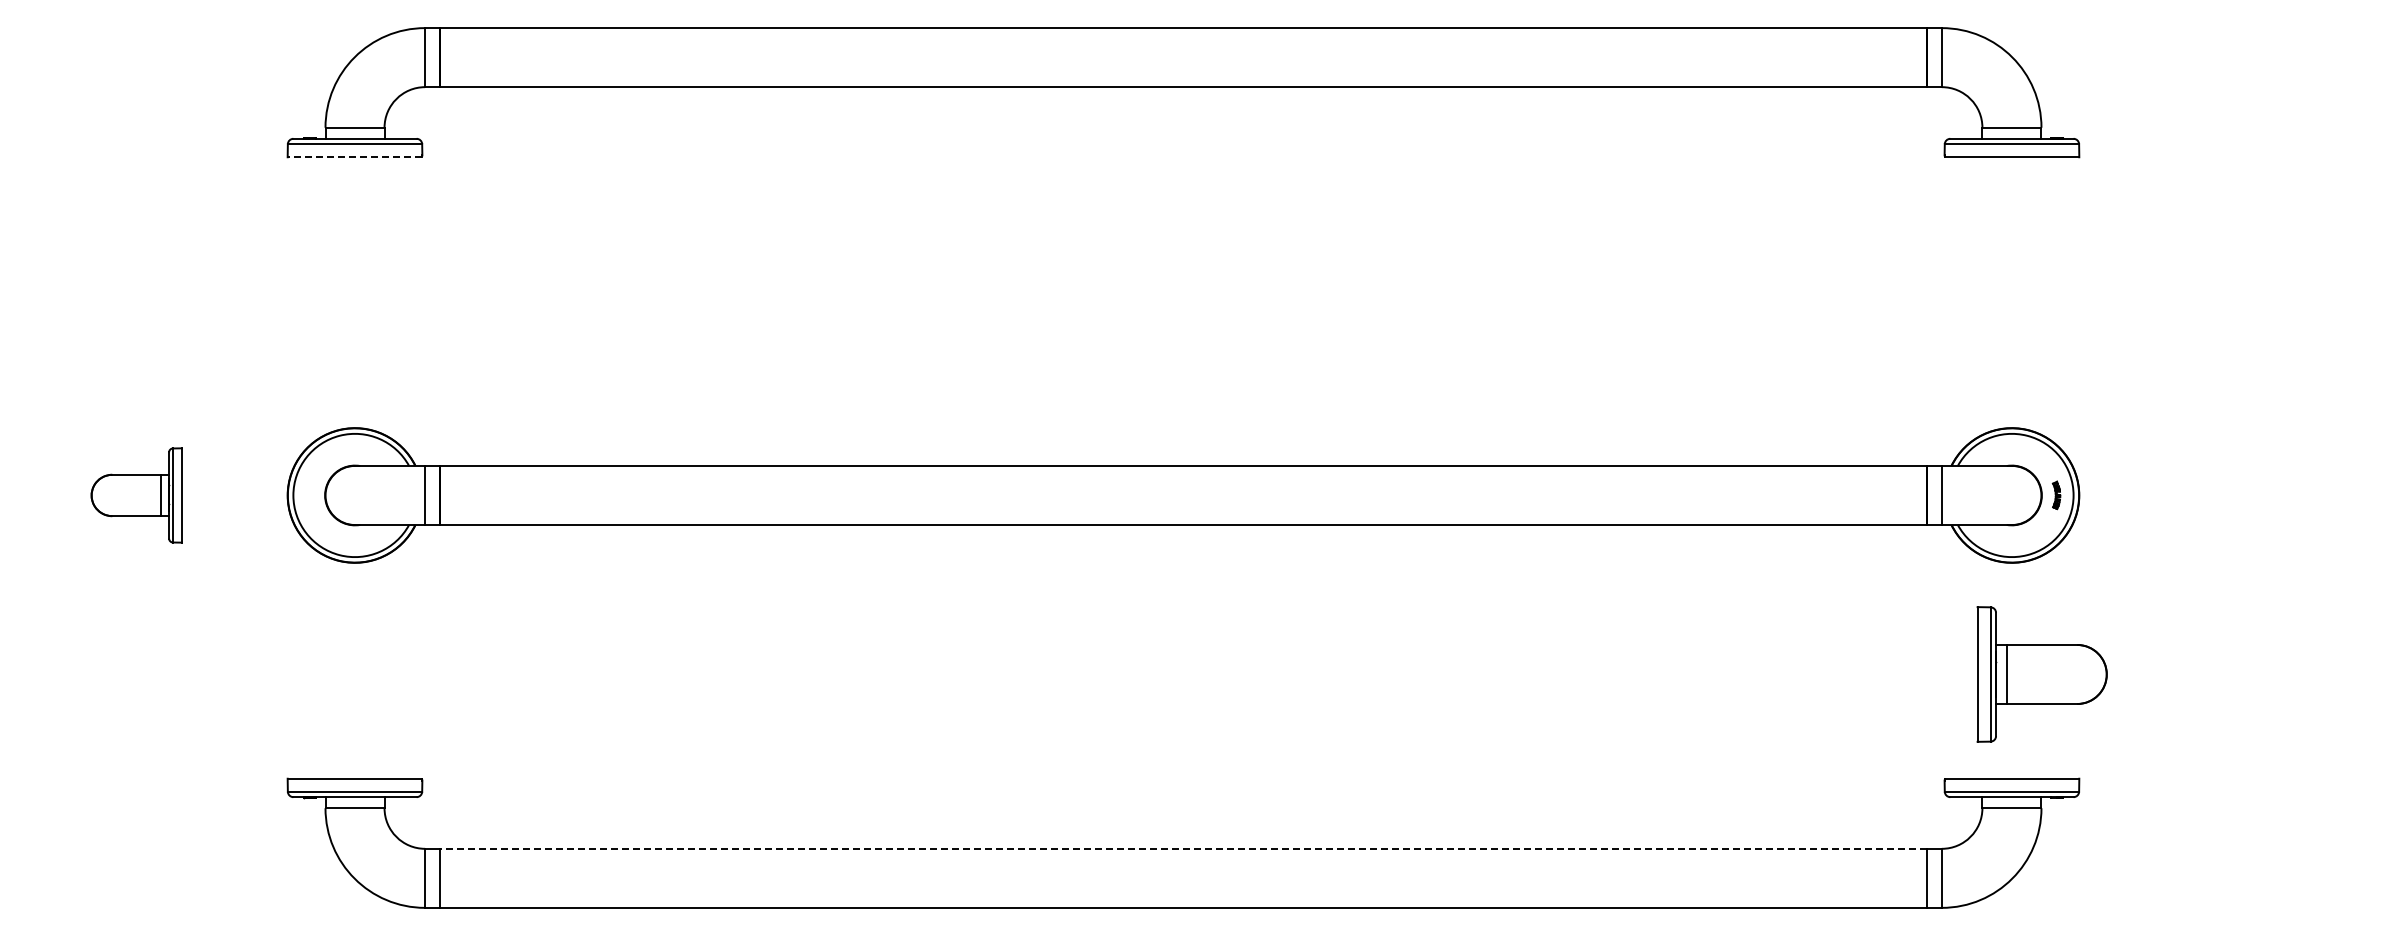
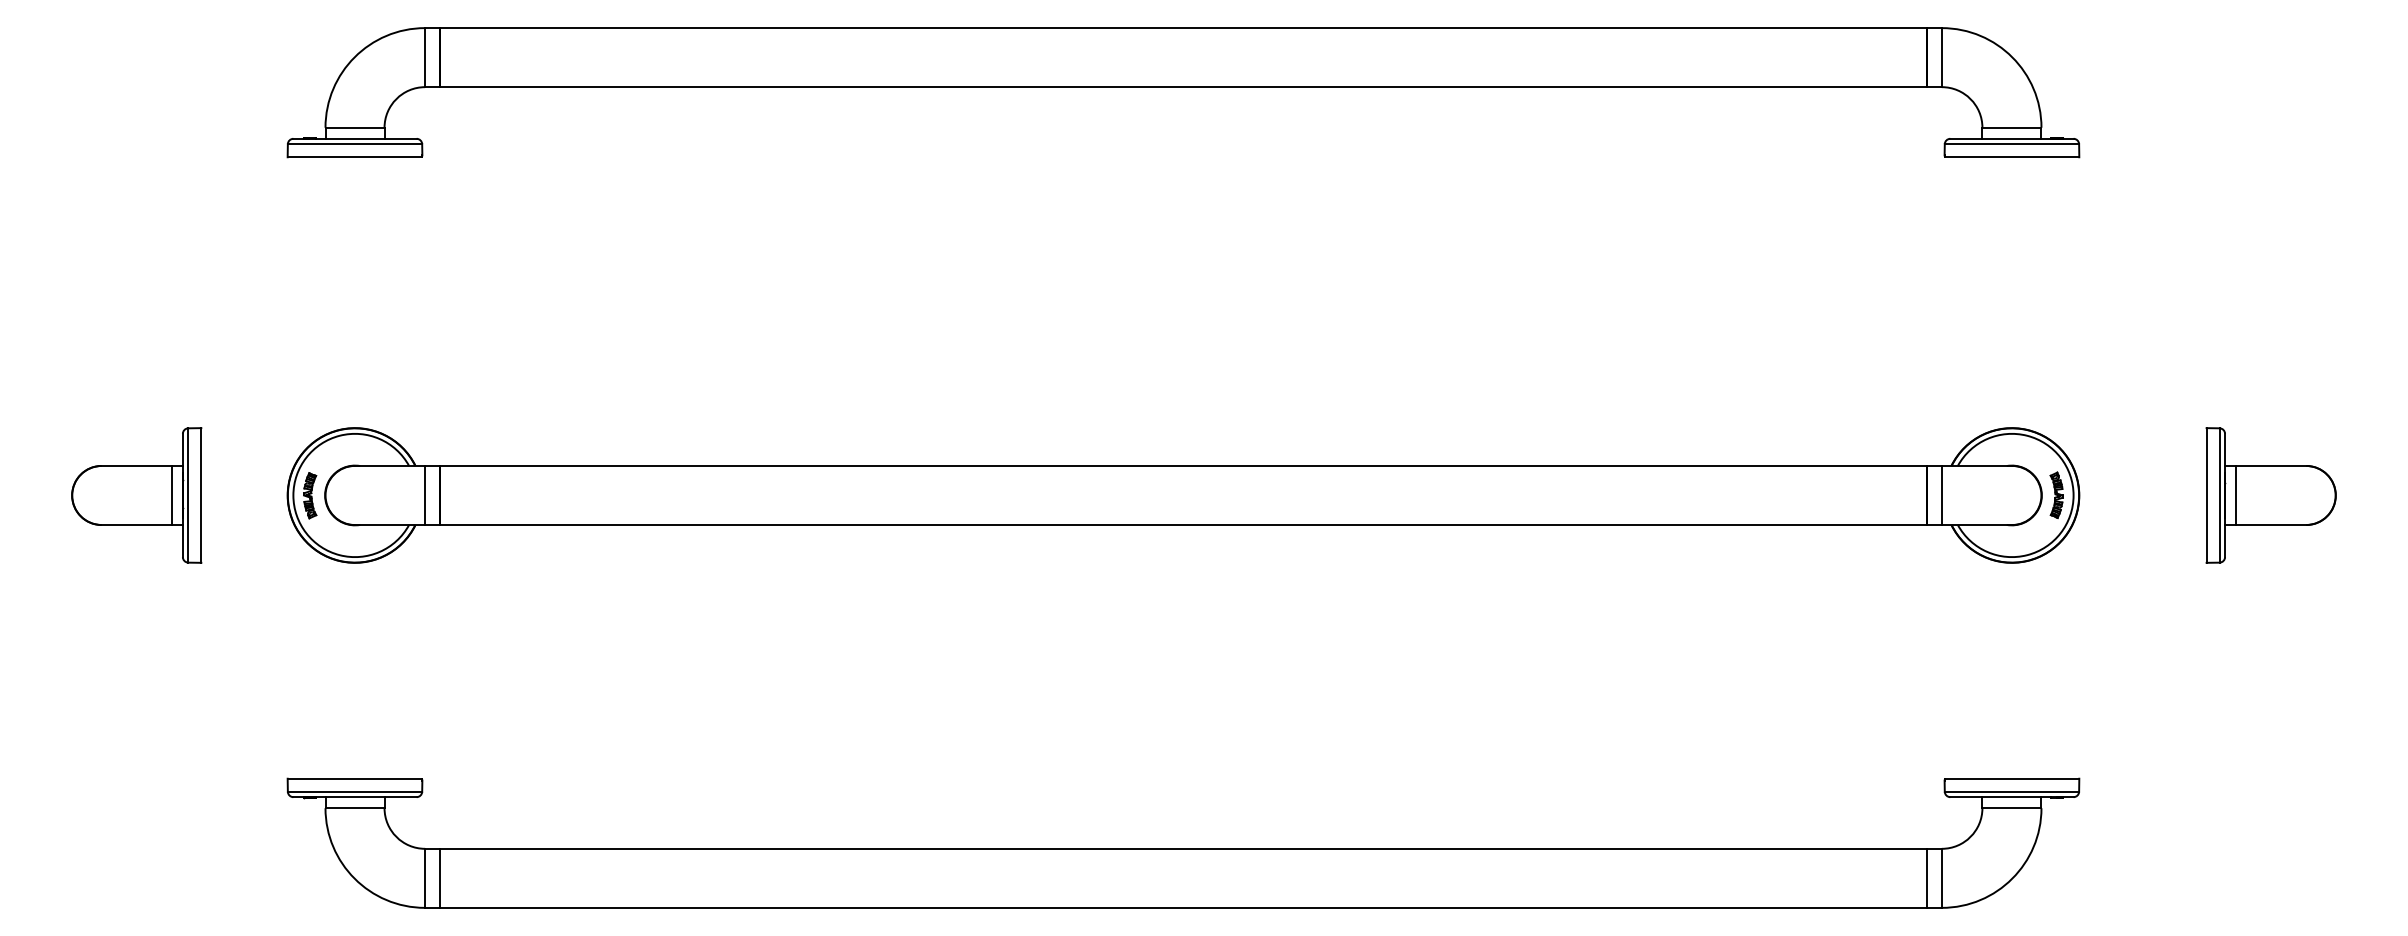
line at (354, 157): dashed -> solid
part at (136, 495) size: 93x97 px -> 132x137 px
part at (310, 495): none -> present
part at (2056, 495) size: 11x31 px -> 15x49 px
part at (2041, 674) position: (2041, 674) -> (2270, 495)
line at (1183, 848): dashed -> solid
